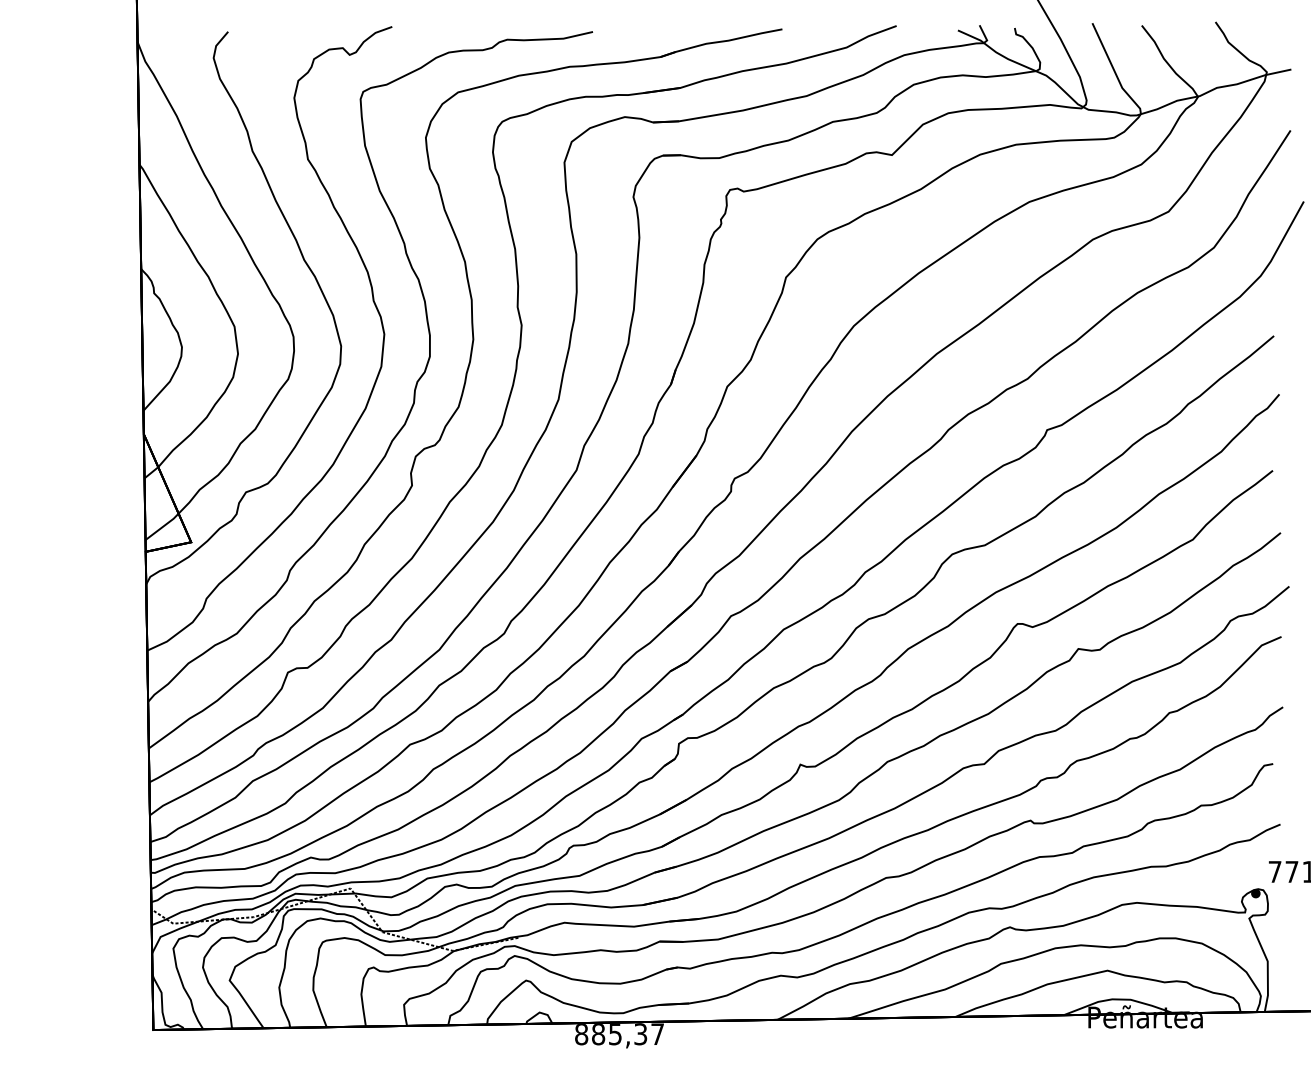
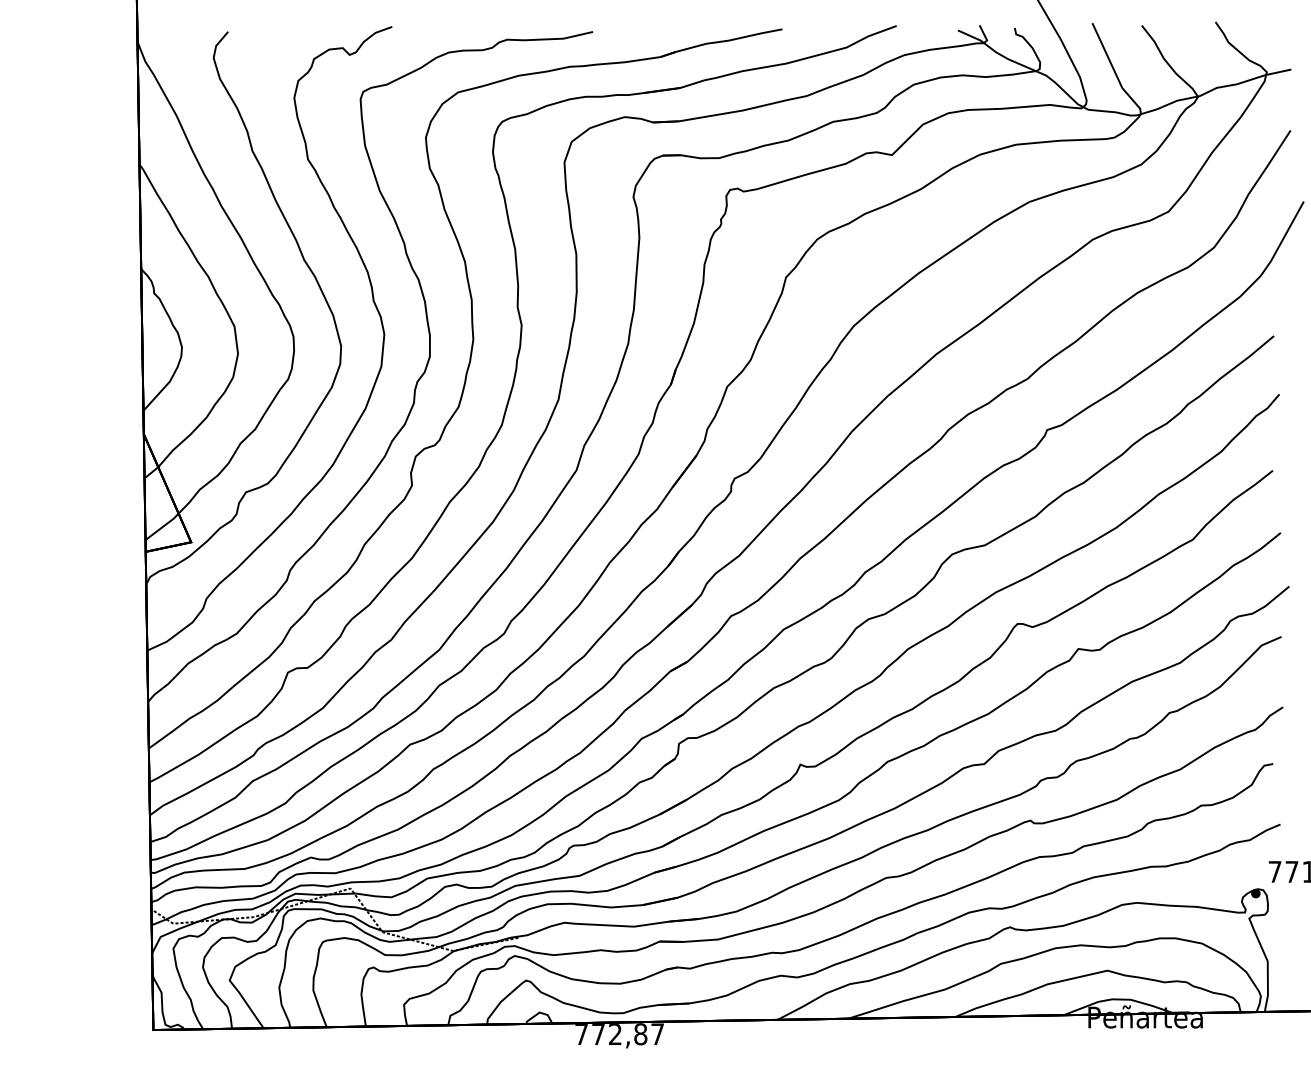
text at (611, 1034): 885,37 -> 772,87
